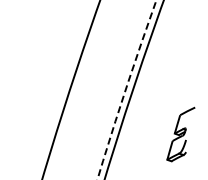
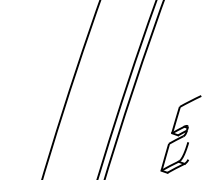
arc at (126, 89): dashed -> solid
part at (180, 134) size: 30x57 px -> 42x79 px
